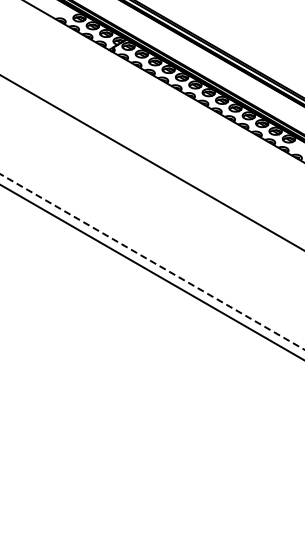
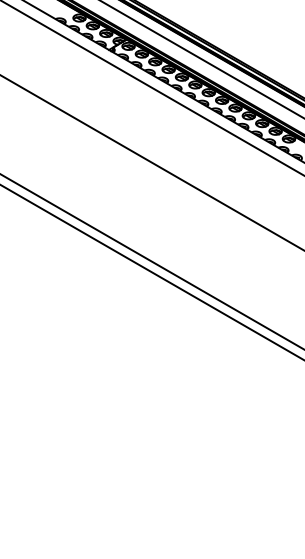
line at (201, 59): none -> present
line at (152, 88): none -> present
line at (152, 261): dashed -> solid
